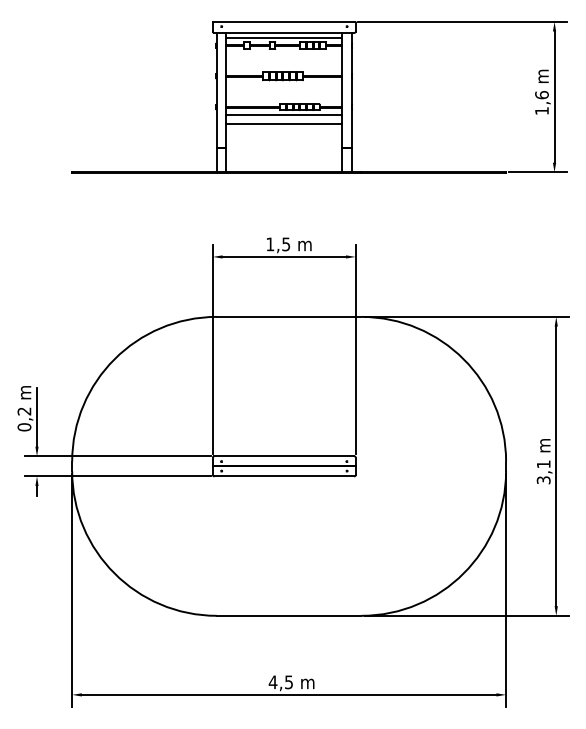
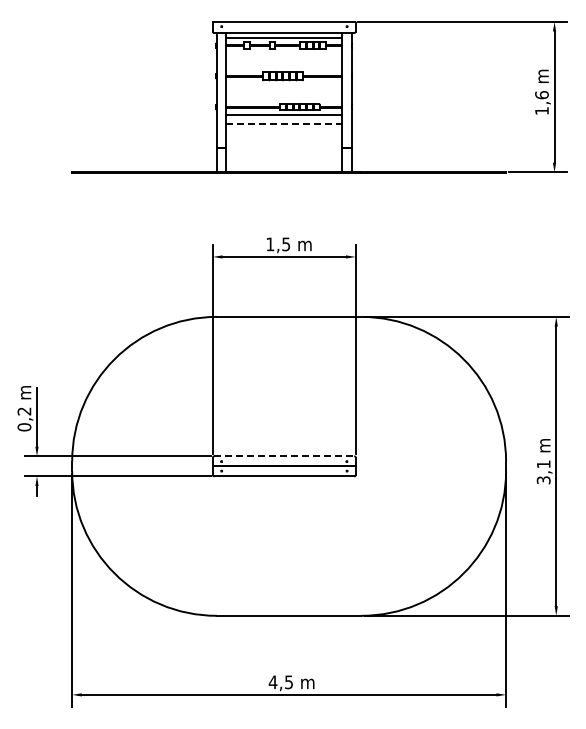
line at (284, 124): solid -> dashed
line at (284, 456): solid -> dashed
